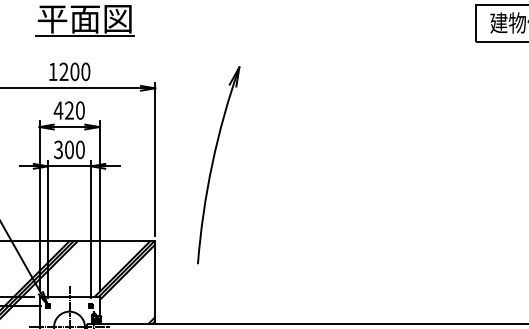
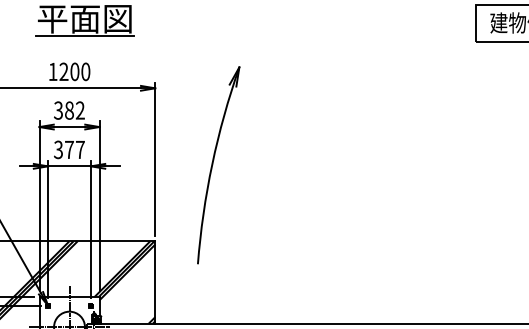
text at (68, 110): 420 -> 382
text at (74, 149): 300 -> 377
